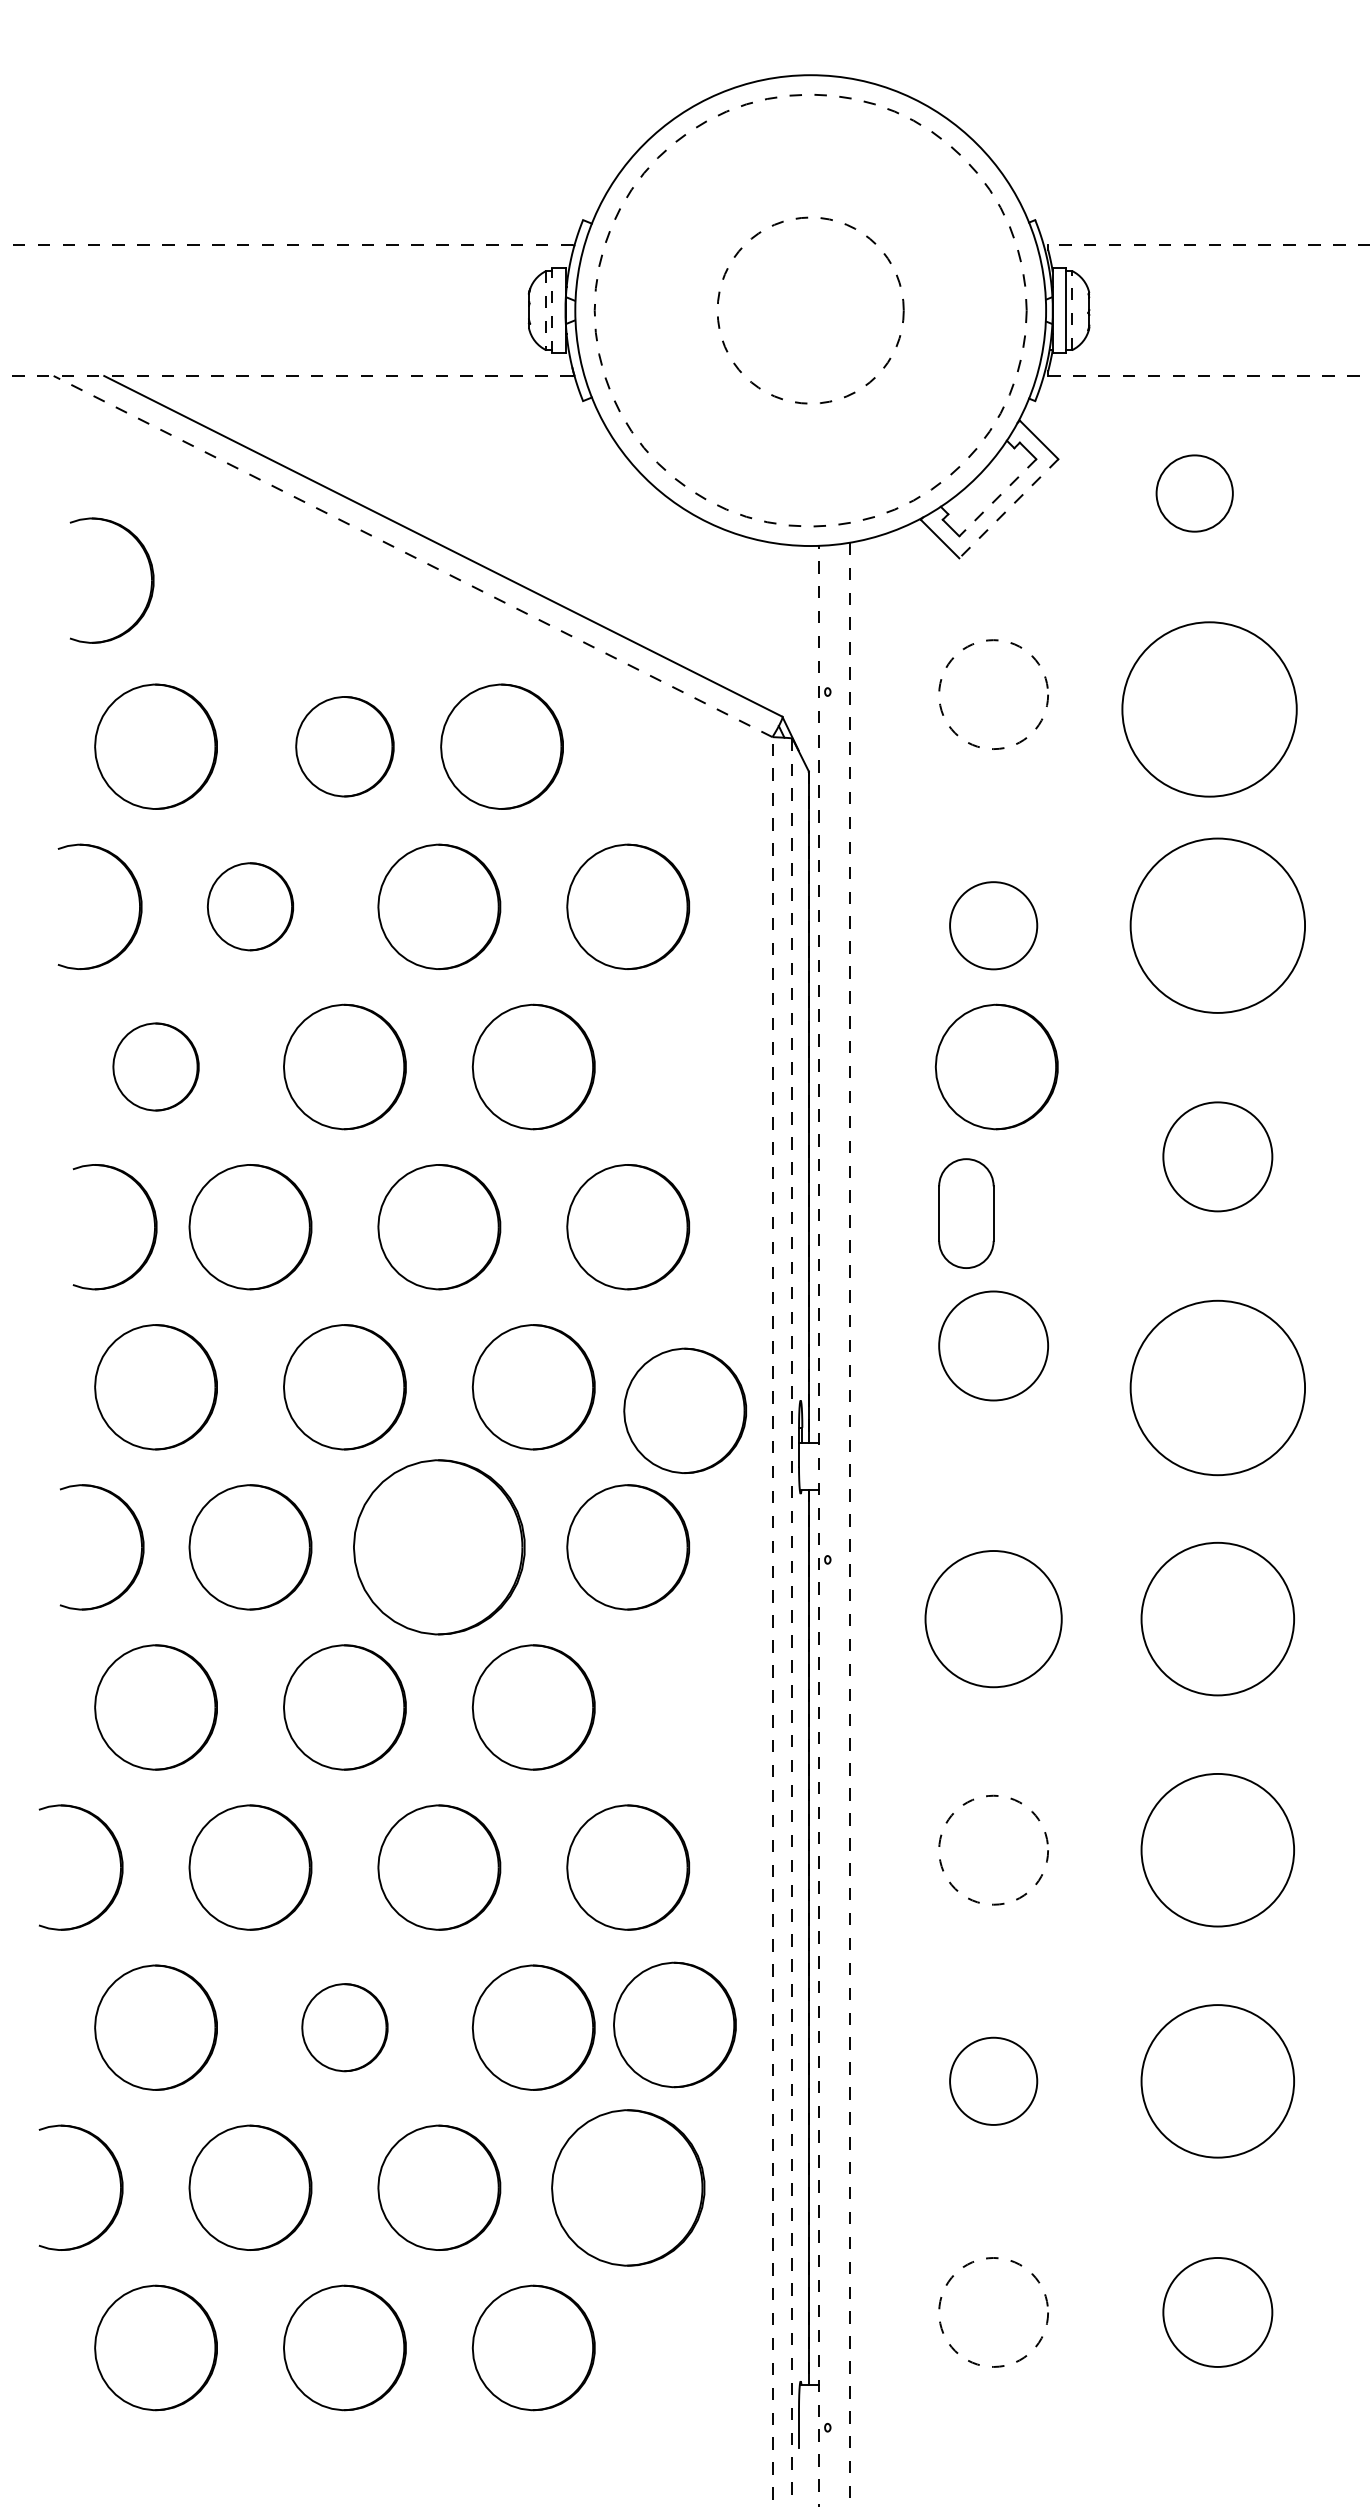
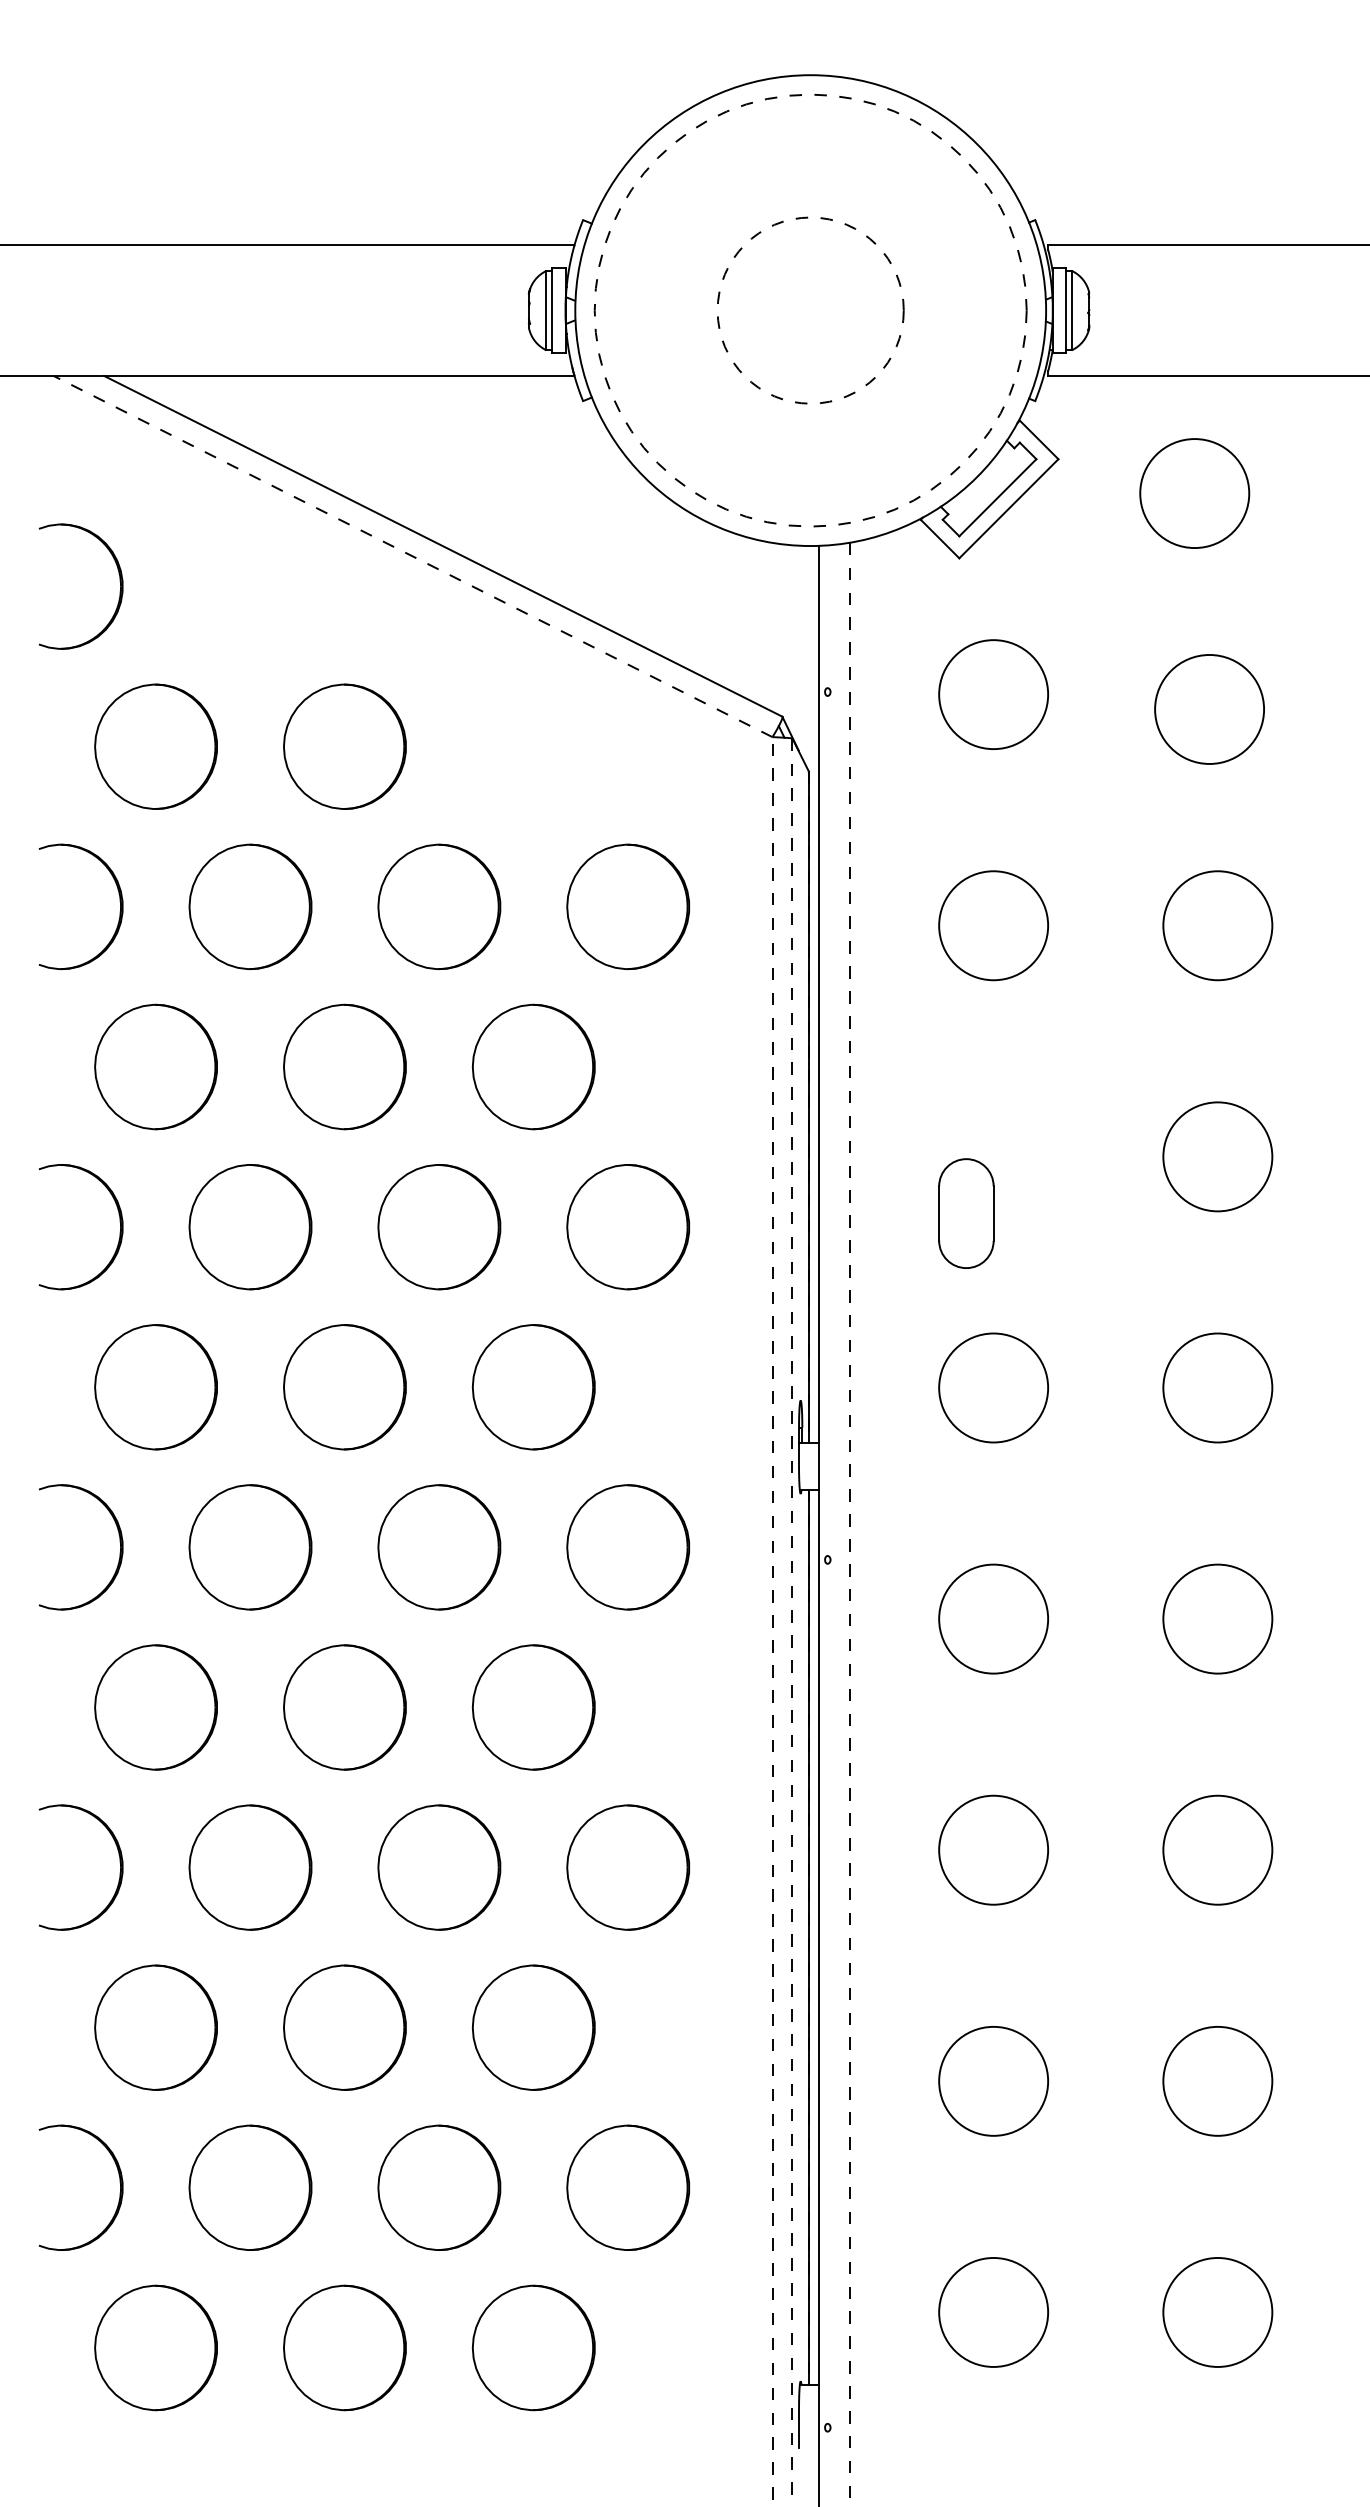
line at (286, 245): dashed -> solid
line at (1208, 245): dashed -> solid
line at (546, 309): dashed -> solid
line at (552, 310): dashed -> solid
line at (1071, 310): dashed -> solid
line at (287, 376): dashed -> solid
line at (1209, 376): dashed -> solid
circle at (1194, 493) diameter: 76 px -> 109 px
line at (997, 498): dashed -> solid
line at (1008, 509): dashed -> solid
part at (150, 575) position: (150, 575) -> (119, 581)
circle at (993, 694): dashed -> solid
circle at (1209, 709) diameter: 174 px -> 109 px
part at (344, 746) size: 100x102 px -> 124x127 px
part at (501, 746): present -> none
part at (138, 901) position: (138, 901) -> (119, 901)
part at (250, 906) size: 88x90 px -> 125x127 px
circle at (993, 925) diameter: 87 px -> 109 px
circle at (1217, 925) diameter: 174 px -> 109 px
part at (155, 1066) size: 88x90 px -> 124x128 px
part at (996, 1066): present -> none
part at (153, 1222) position: (153, 1222) -> (119, 1222)
circle at (993, 1345) position: (993, 1345) -> (993, 1387)
circle at (1217, 1387) diameter: 174 px -> 109 px
part at (684, 1410): present -> none
line at (818, 1525): dashed -> solid
part at (140, 1542) position: (140, 1542) -> (119, 1542)
part at (439, 1547) size: 173x177 px -> 125x127 px
circle at (1217, 1618) diameter: 153 px -> 109 px
circle at (993, 1619) diameter: 136 px -> 109 px
circle at (993, 1849): dashed -> solid
circle at (1217, 1849) diameter: 153 px -> 109 px
part at (674, 2024): present -> none
part at (344, 2027) size: 88x90 px -> 124x127 px
circle at (993, 2080) diameter: 87 px -> 109 px
circle at (1217, 2081) diameter: 153 px -> 109 px
part at (628, 2187) size: 155x158 px -> 124x127 px
circle at (993, 2311): dashed -> solid
